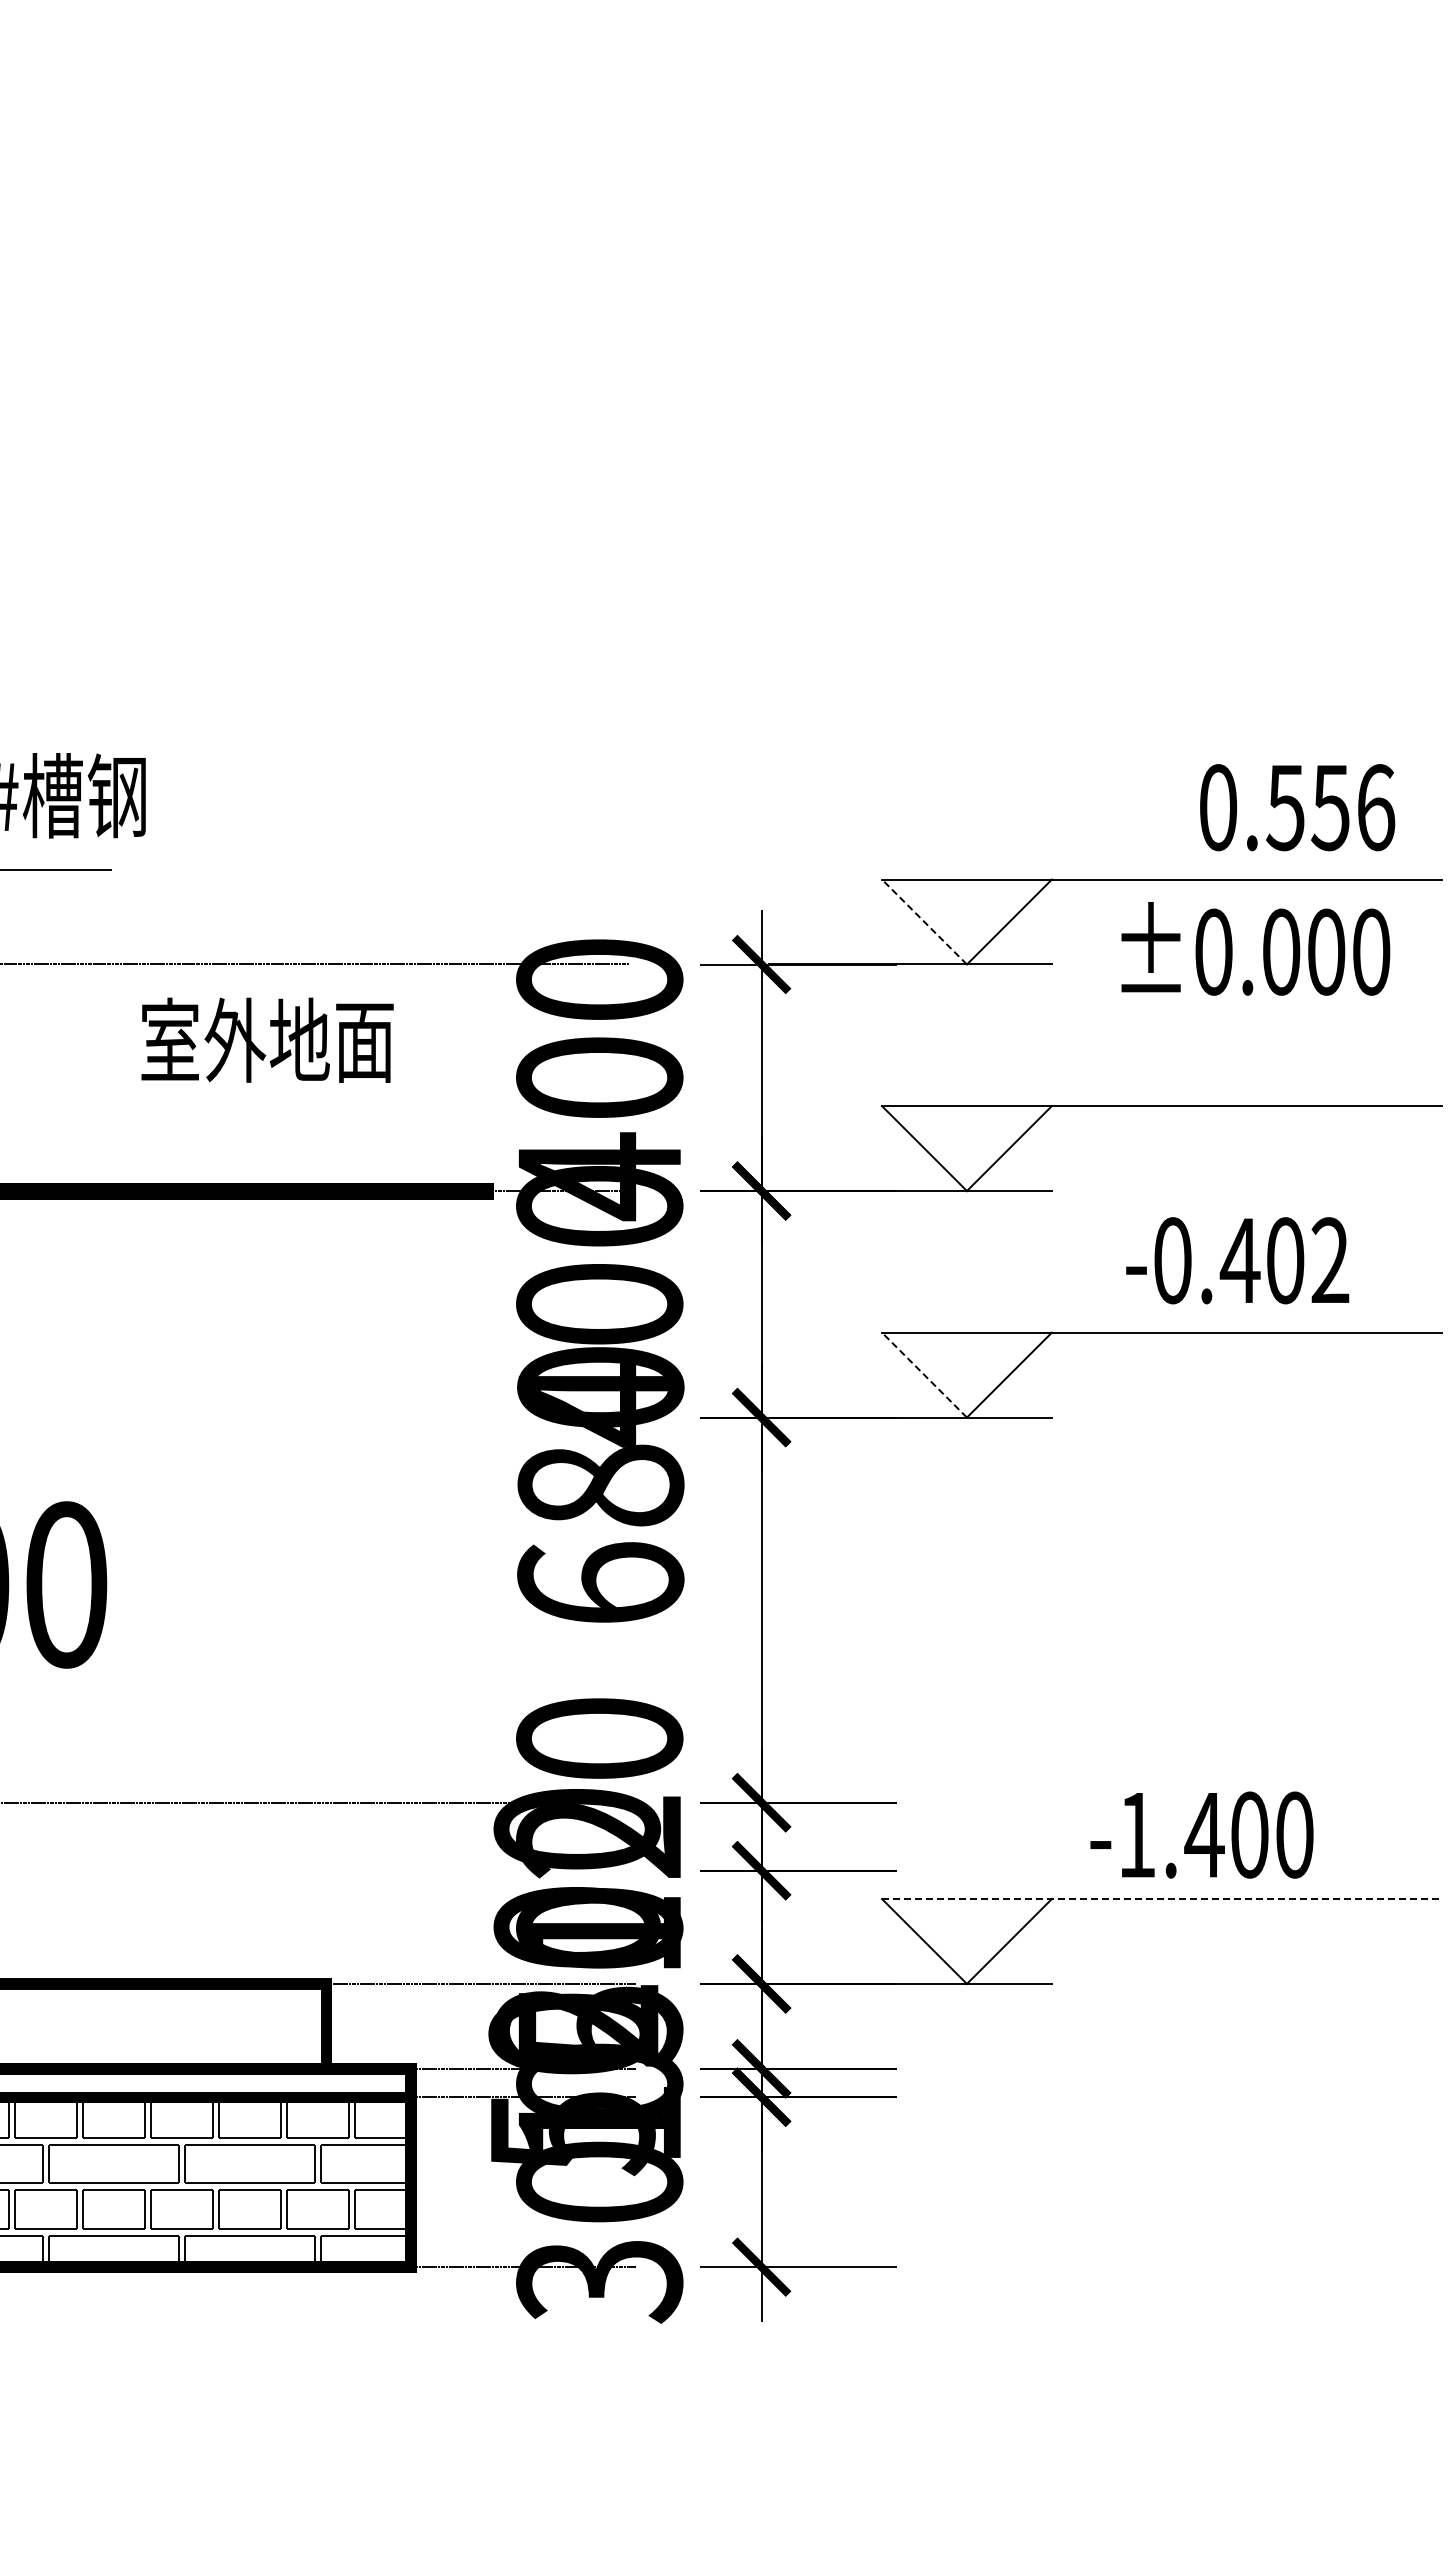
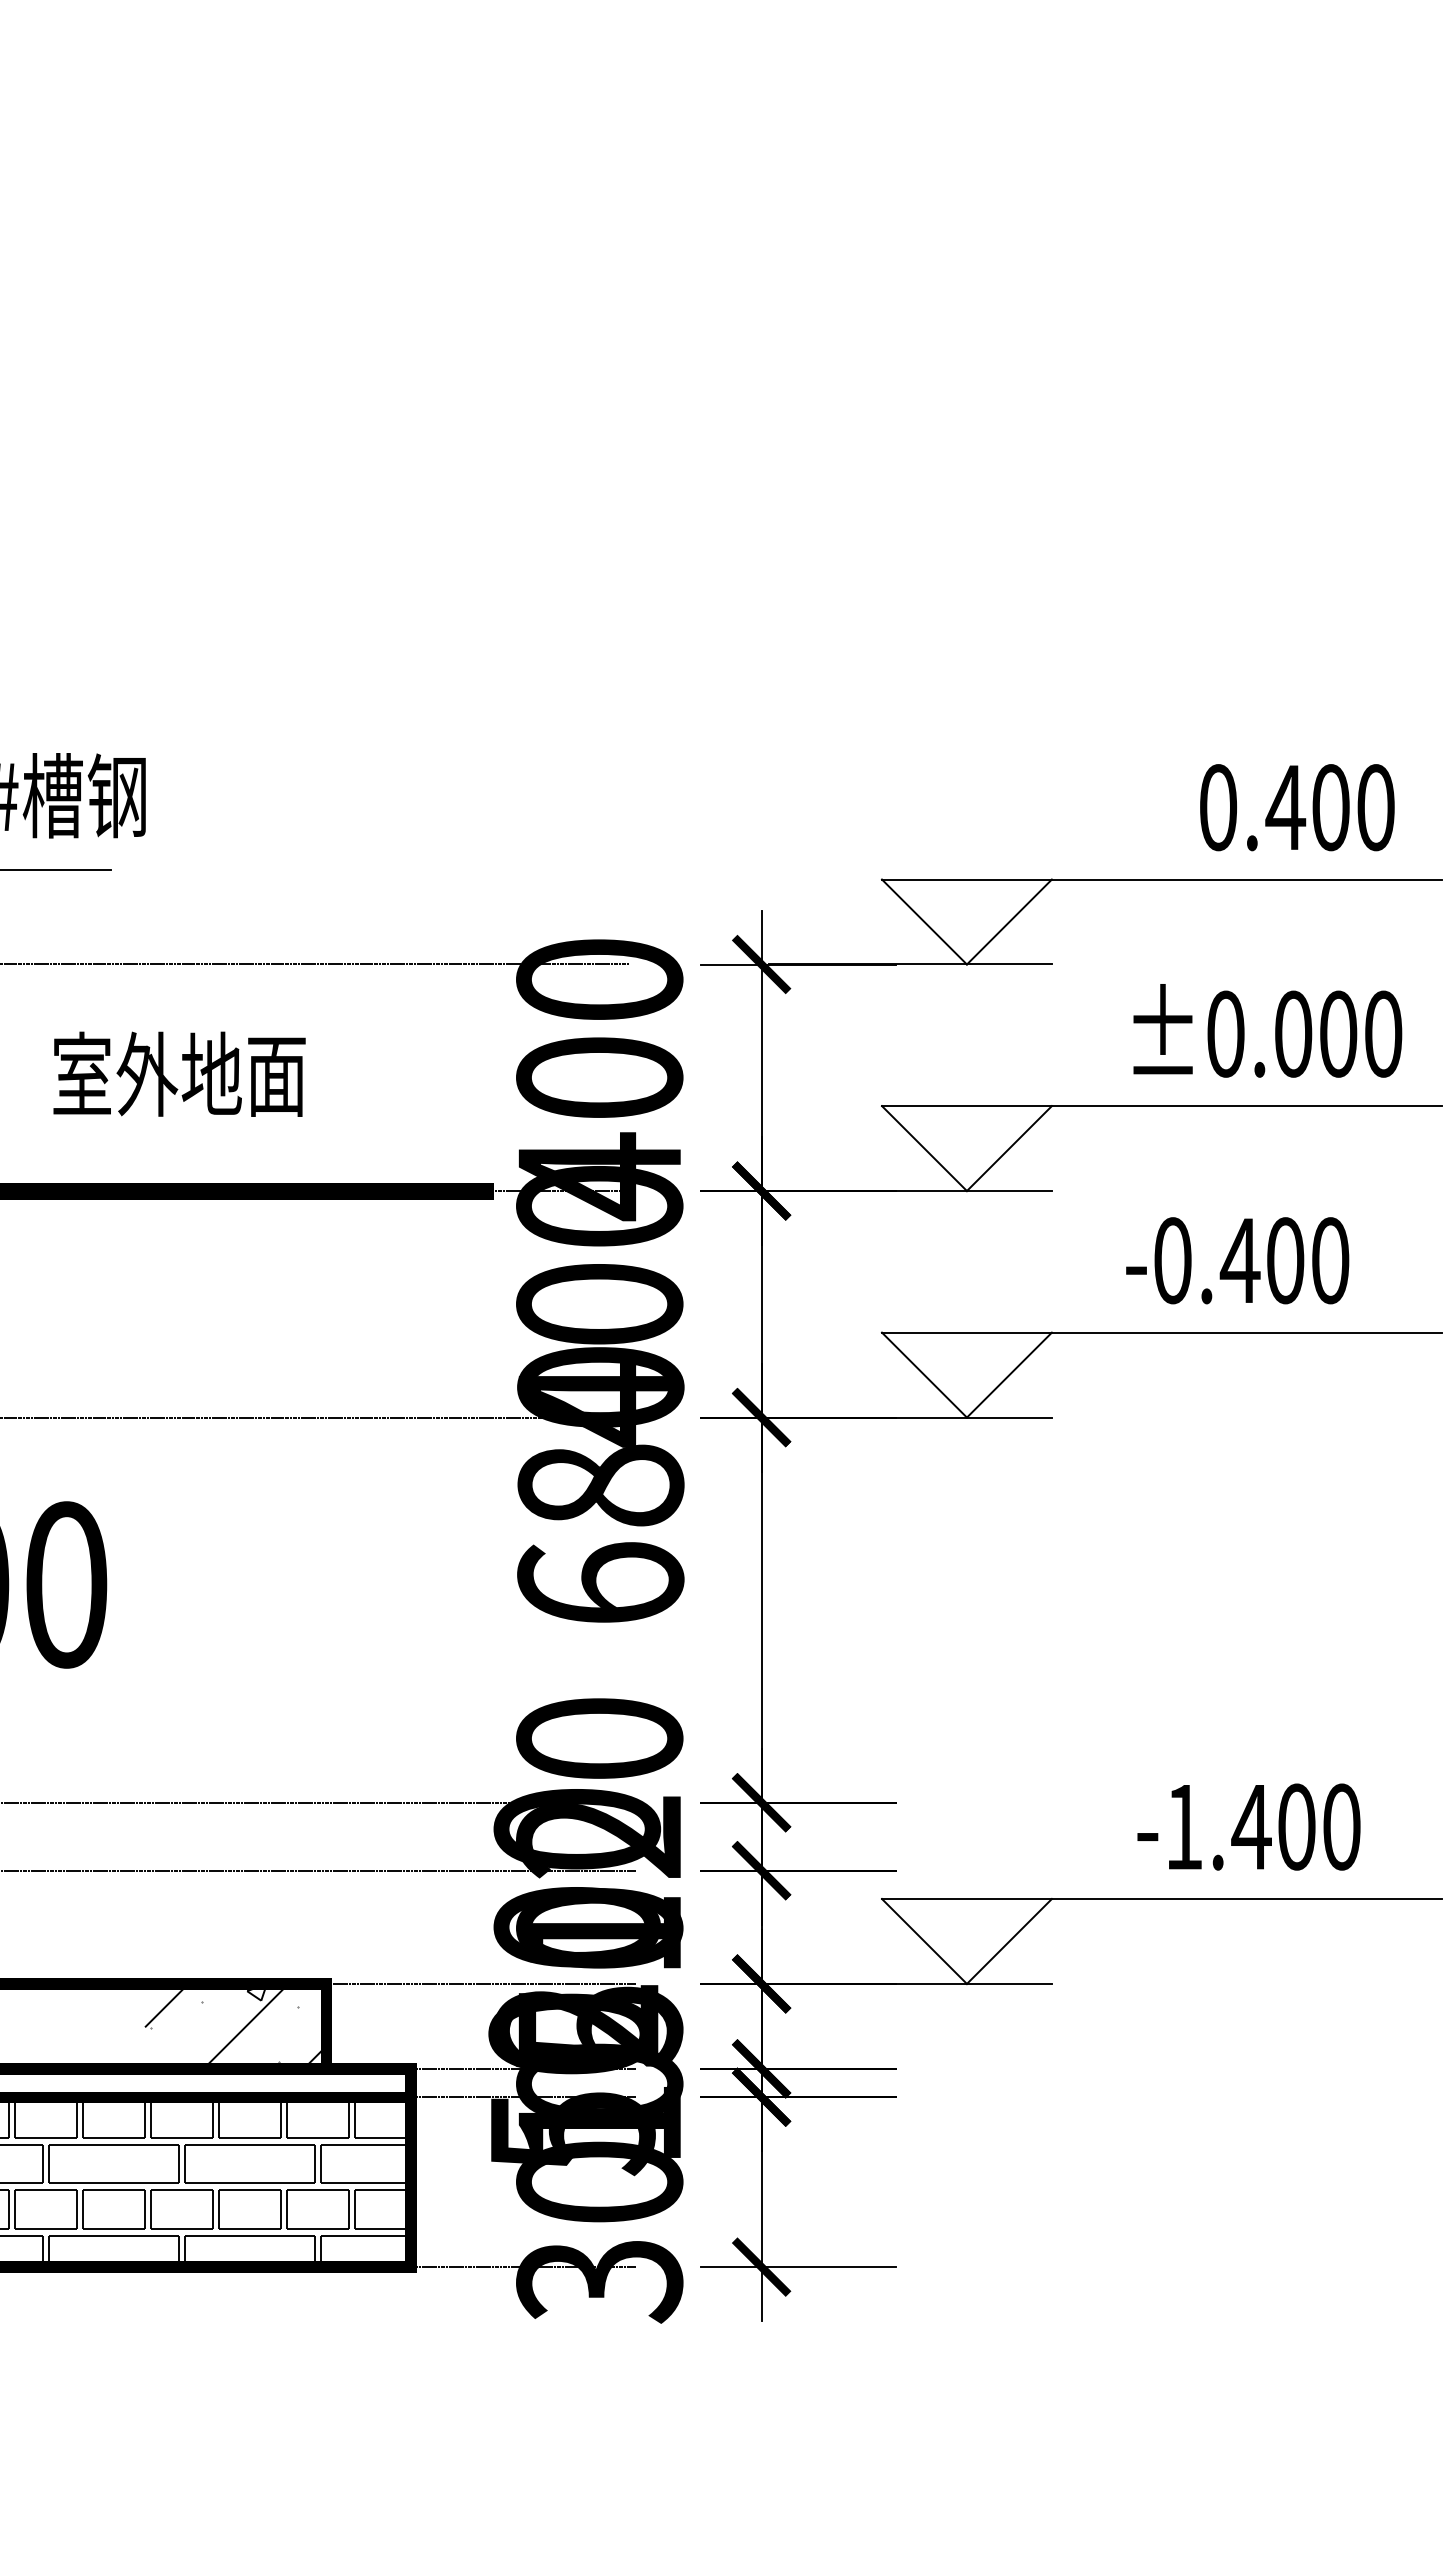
text at (1330, 807): 0.556 -> 0.400
line at (924, 921): dashed -> solid
text at (1255, 948) position: (1255, 948) -> (1267, 1030)
text at (267, 1039) position: (267, 1039) -> (179, 1073)
text at (1330, 1260): -0.402 -> -0.400
line at (924, 1374): dashed -> solid
line at (315, 1417): none -> present
text at (1201, 1834) position: (1201, 1834) -> (1248, 1826)
line at (318, 1870): none -> present
line at (1162, 1898): dashed -> solid
hatch at (235, 2025): none -> present
